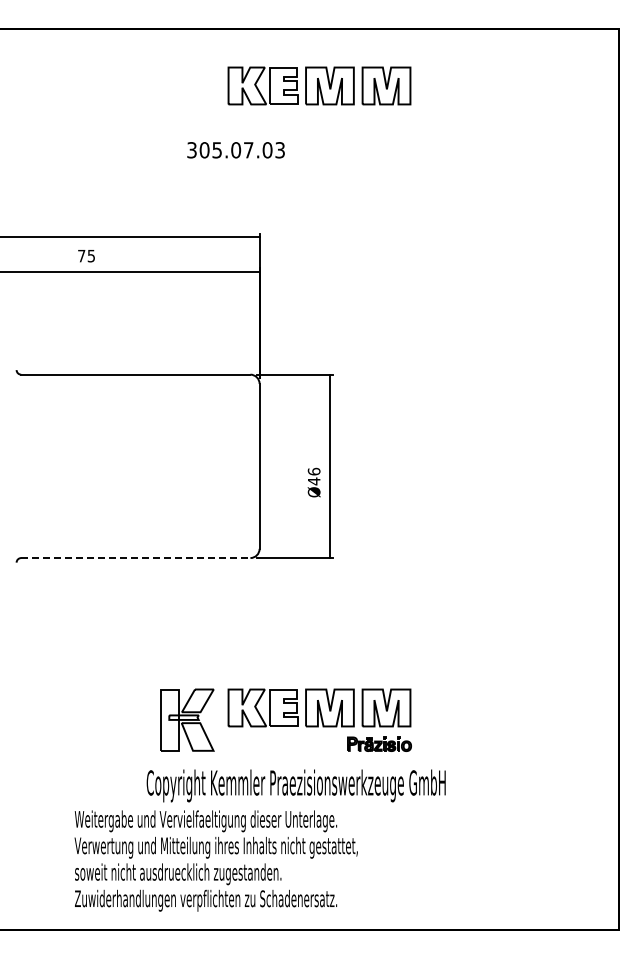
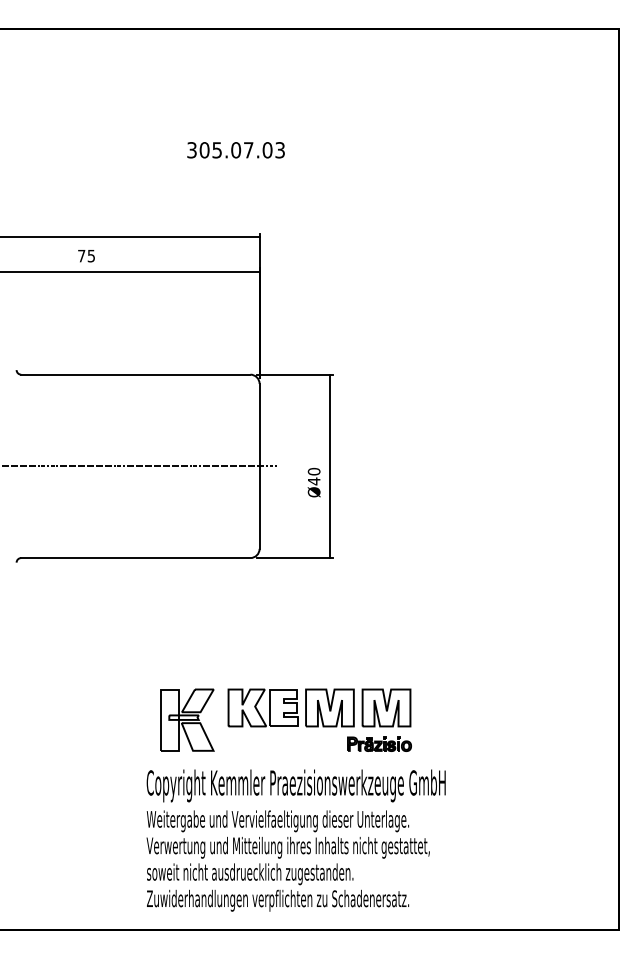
part at (319, 85): present -> none
line at (139, 466): none -> present
text at (313, 471): Ø46 -> Ø40
line at (135, 558): dashed -> solid
text at (215, 860) position: (215, 860) -> (287, 860)
